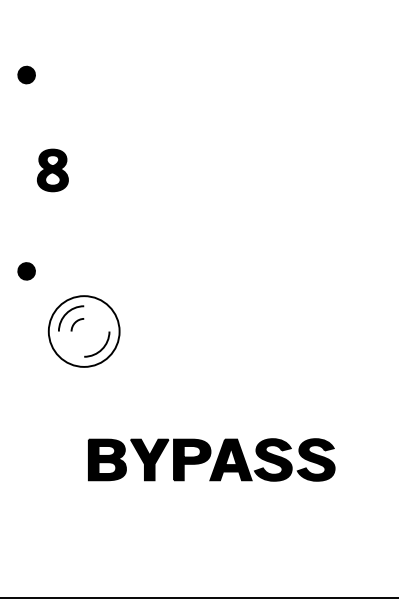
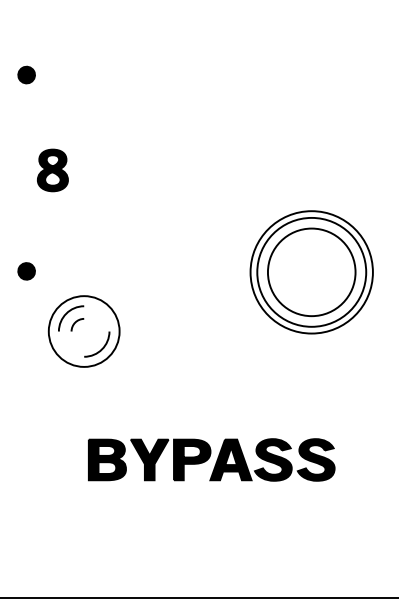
part at (311, 272): none -> present
